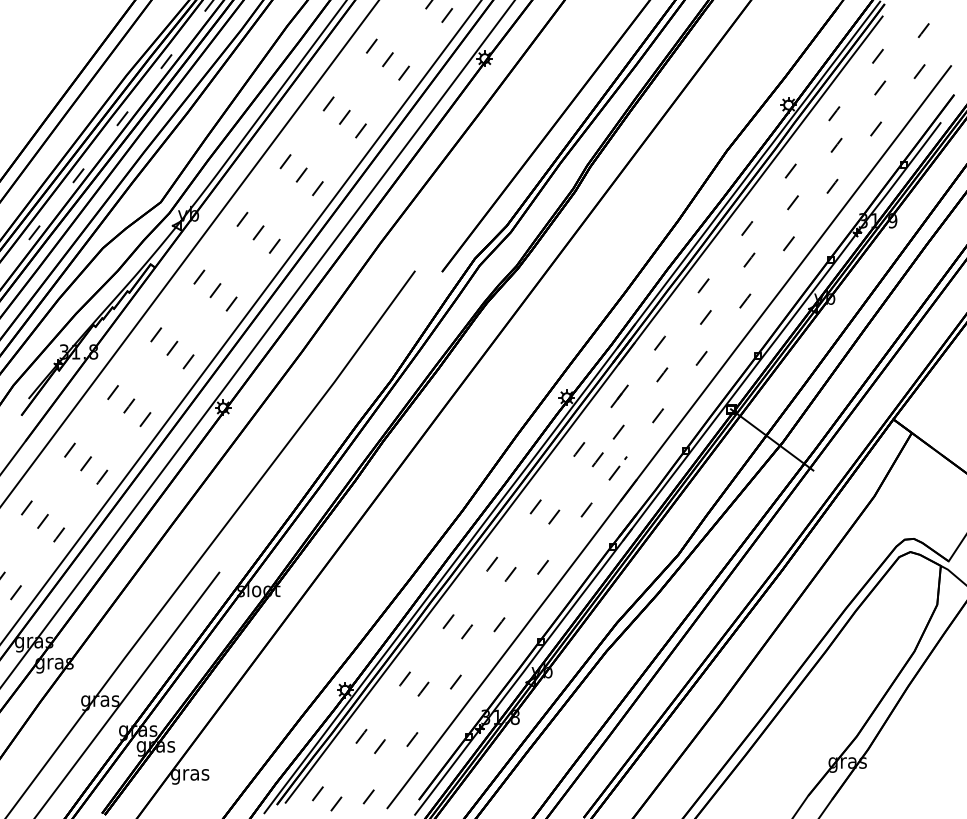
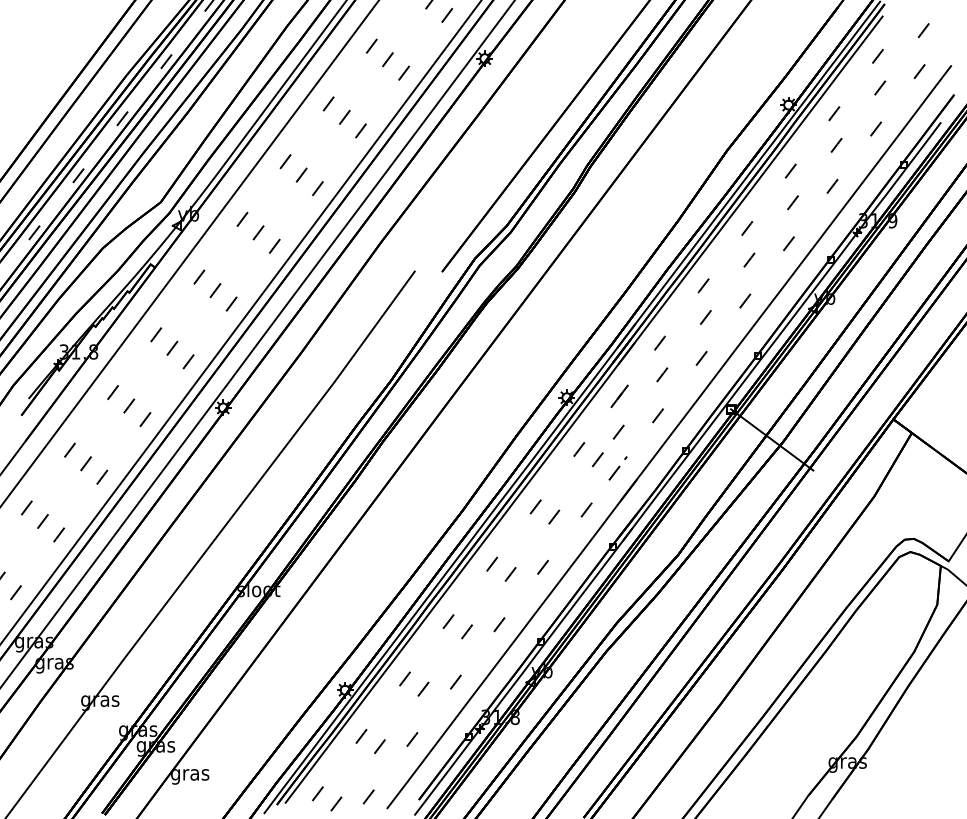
line at (127, 693): present -> none
